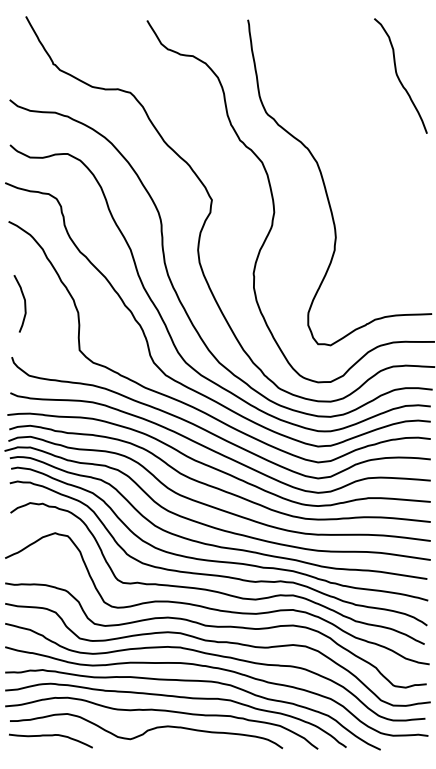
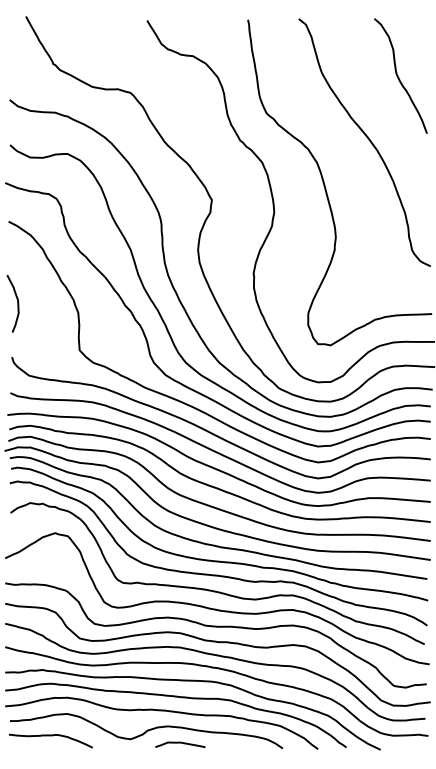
curve at (368, 140): none -> present
curve at (24, 303) position: (24, 303) -> (17, 303)
curve at (180, 743): none -> present
